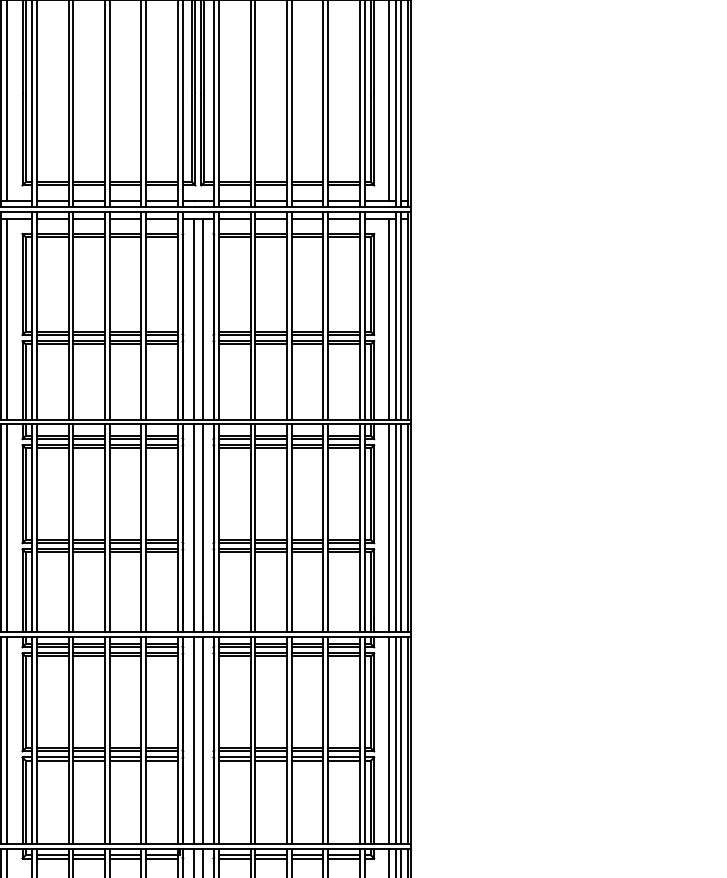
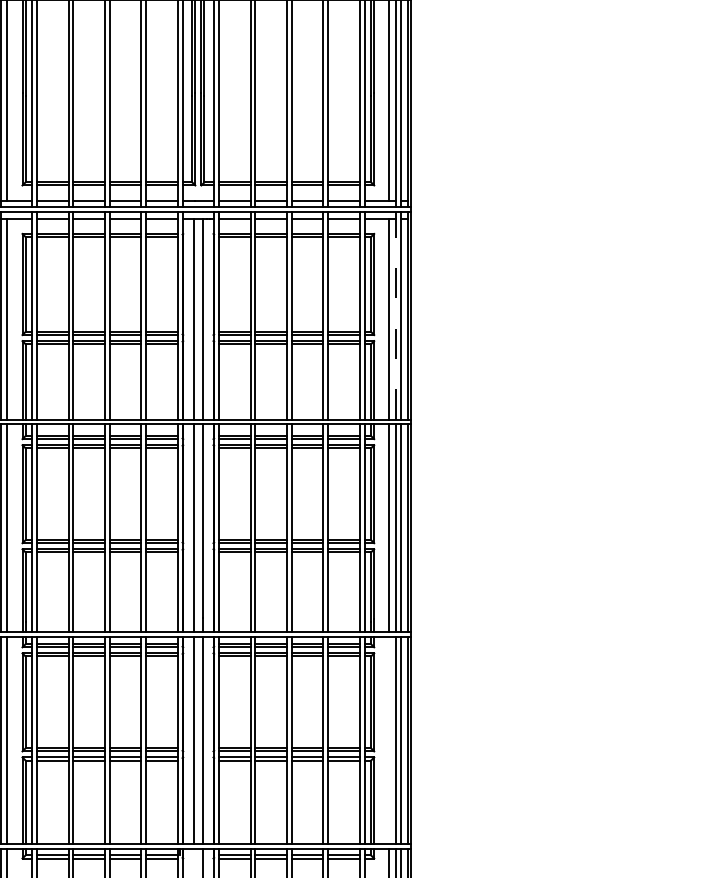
line at (396, 315): solid -> dashed
line at (389, 739): present -> none
line at (193, 861): present -> none
